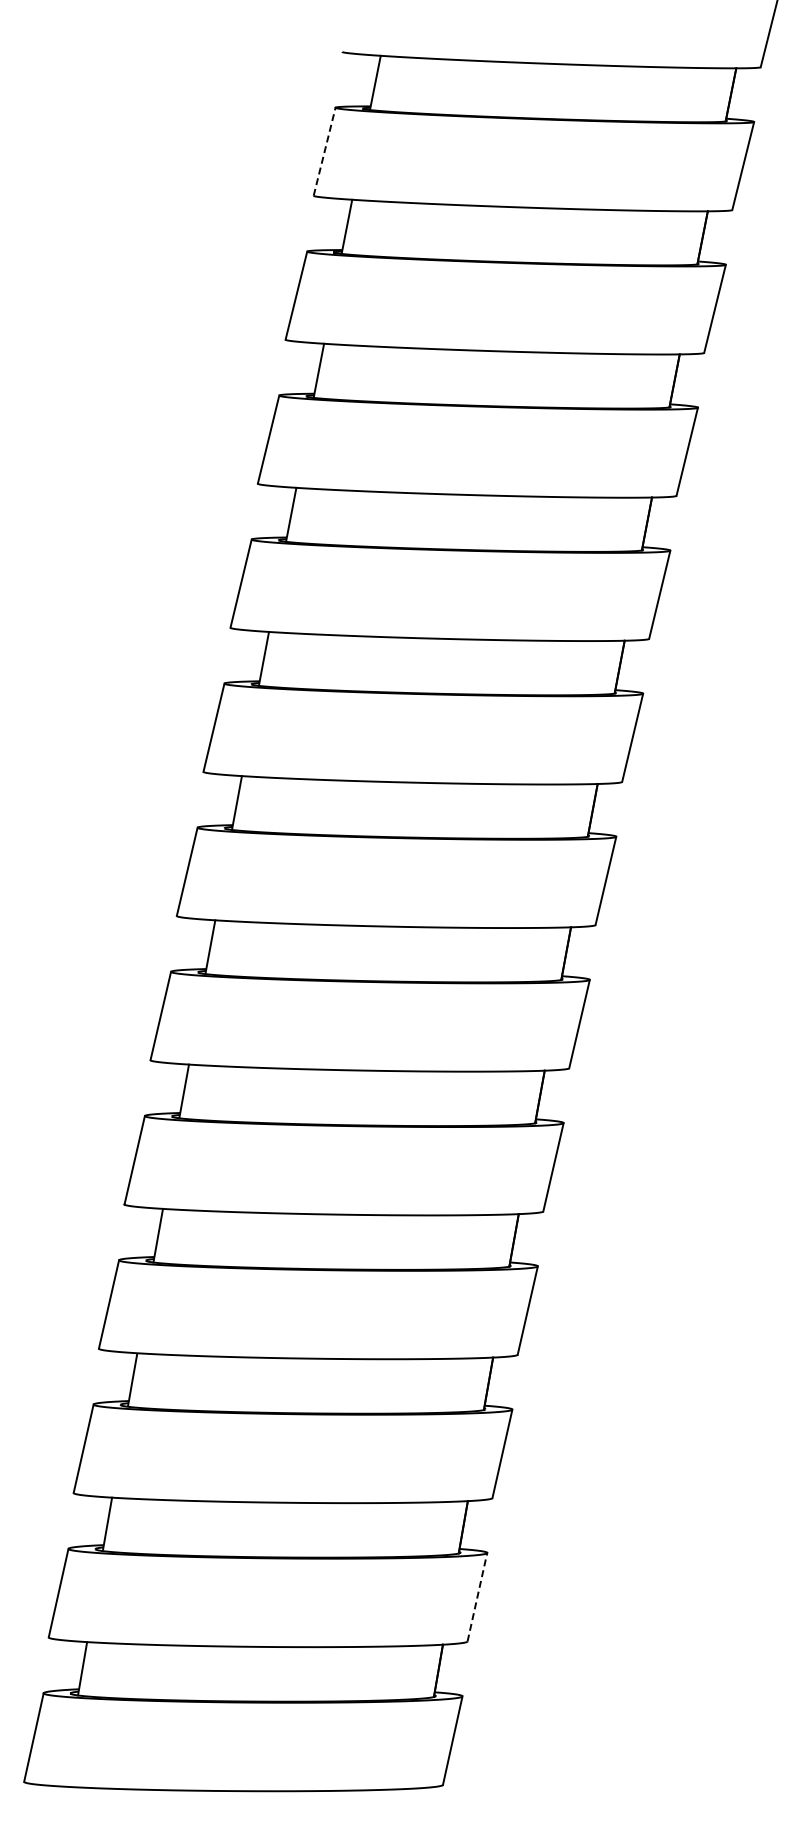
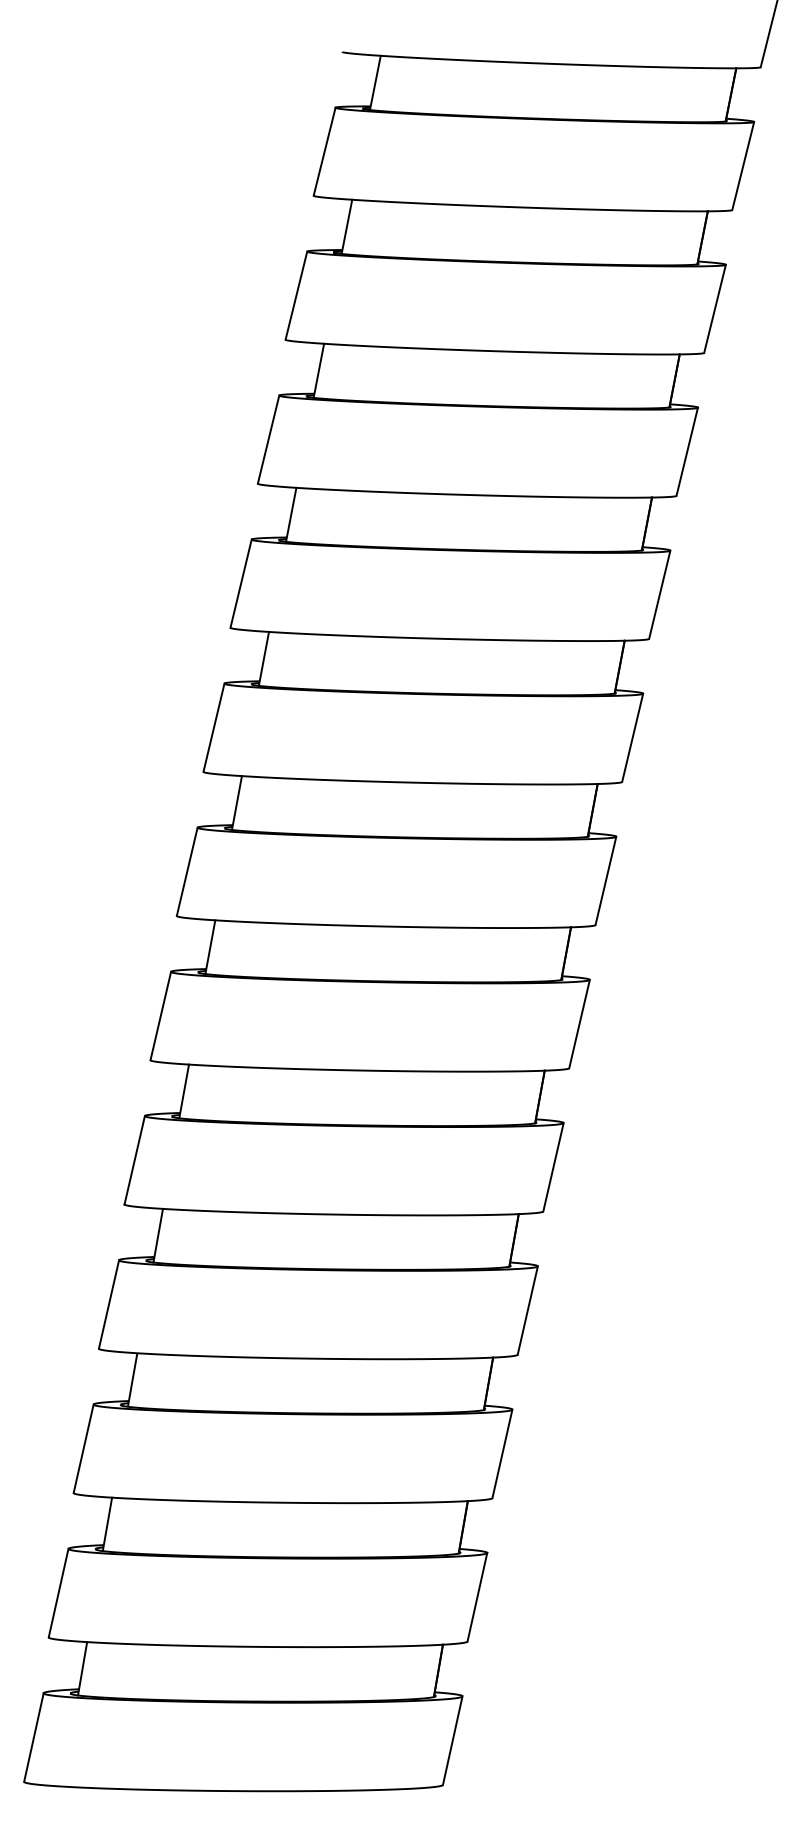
line at (324, 151): dashed -> solid
line at (477, 1596): dashed -> solid
